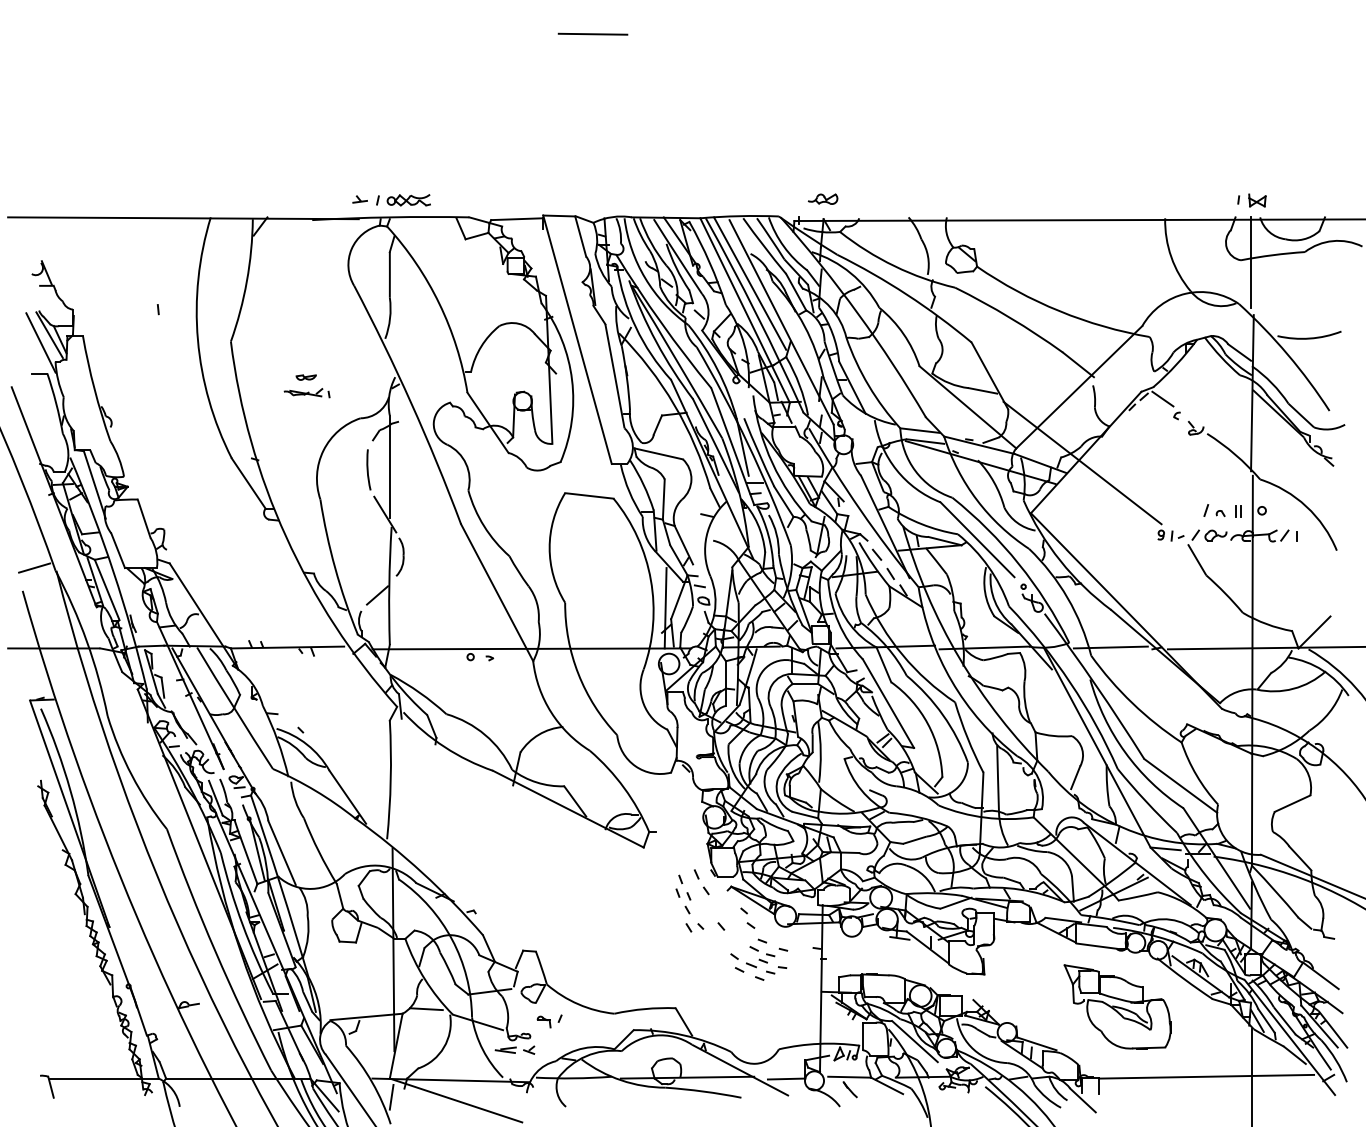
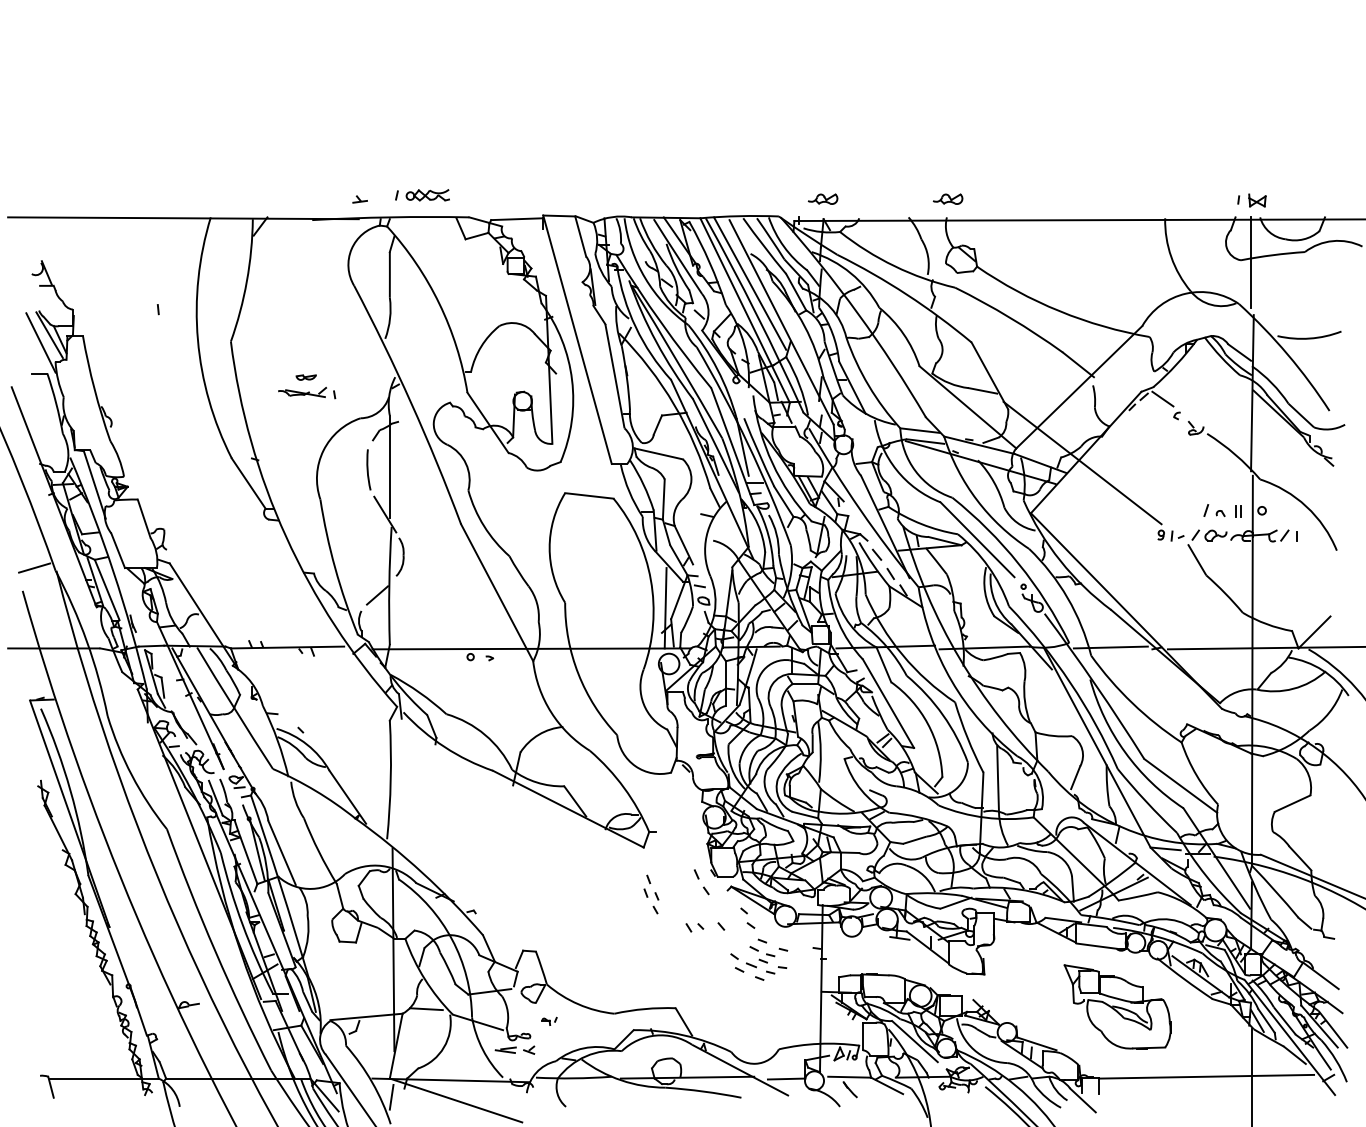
line at (592, 33): present -> none
part at (947, 198): none -> present
part at (403, 200) position: (403, 200) -> (422, 195)
part at (306, 393) size: 48x11 px -> 59x14 px
part at (683, 894) position: (683, 894) -> (651, 894)
part at (549, 1021) size: 27x15 px -> 17x10 px
